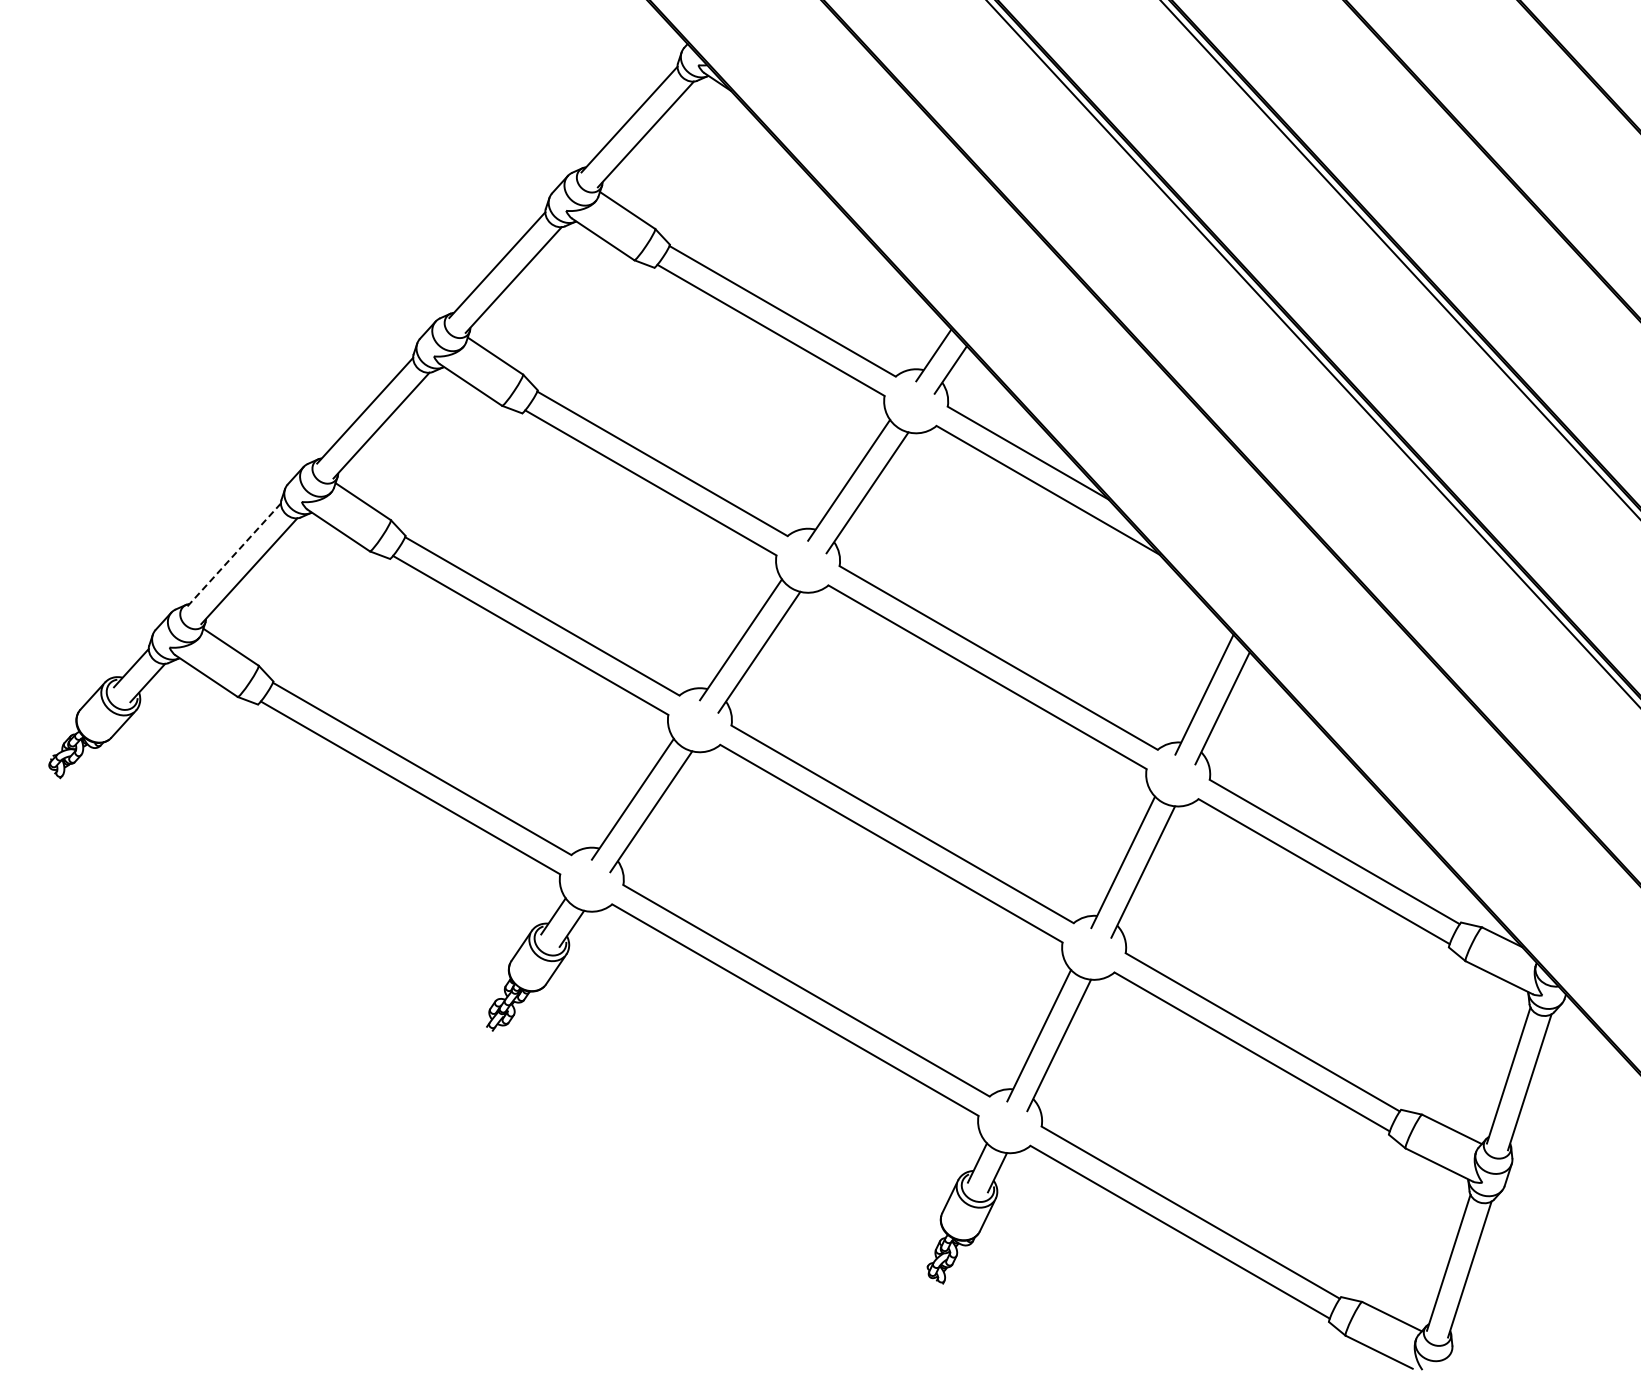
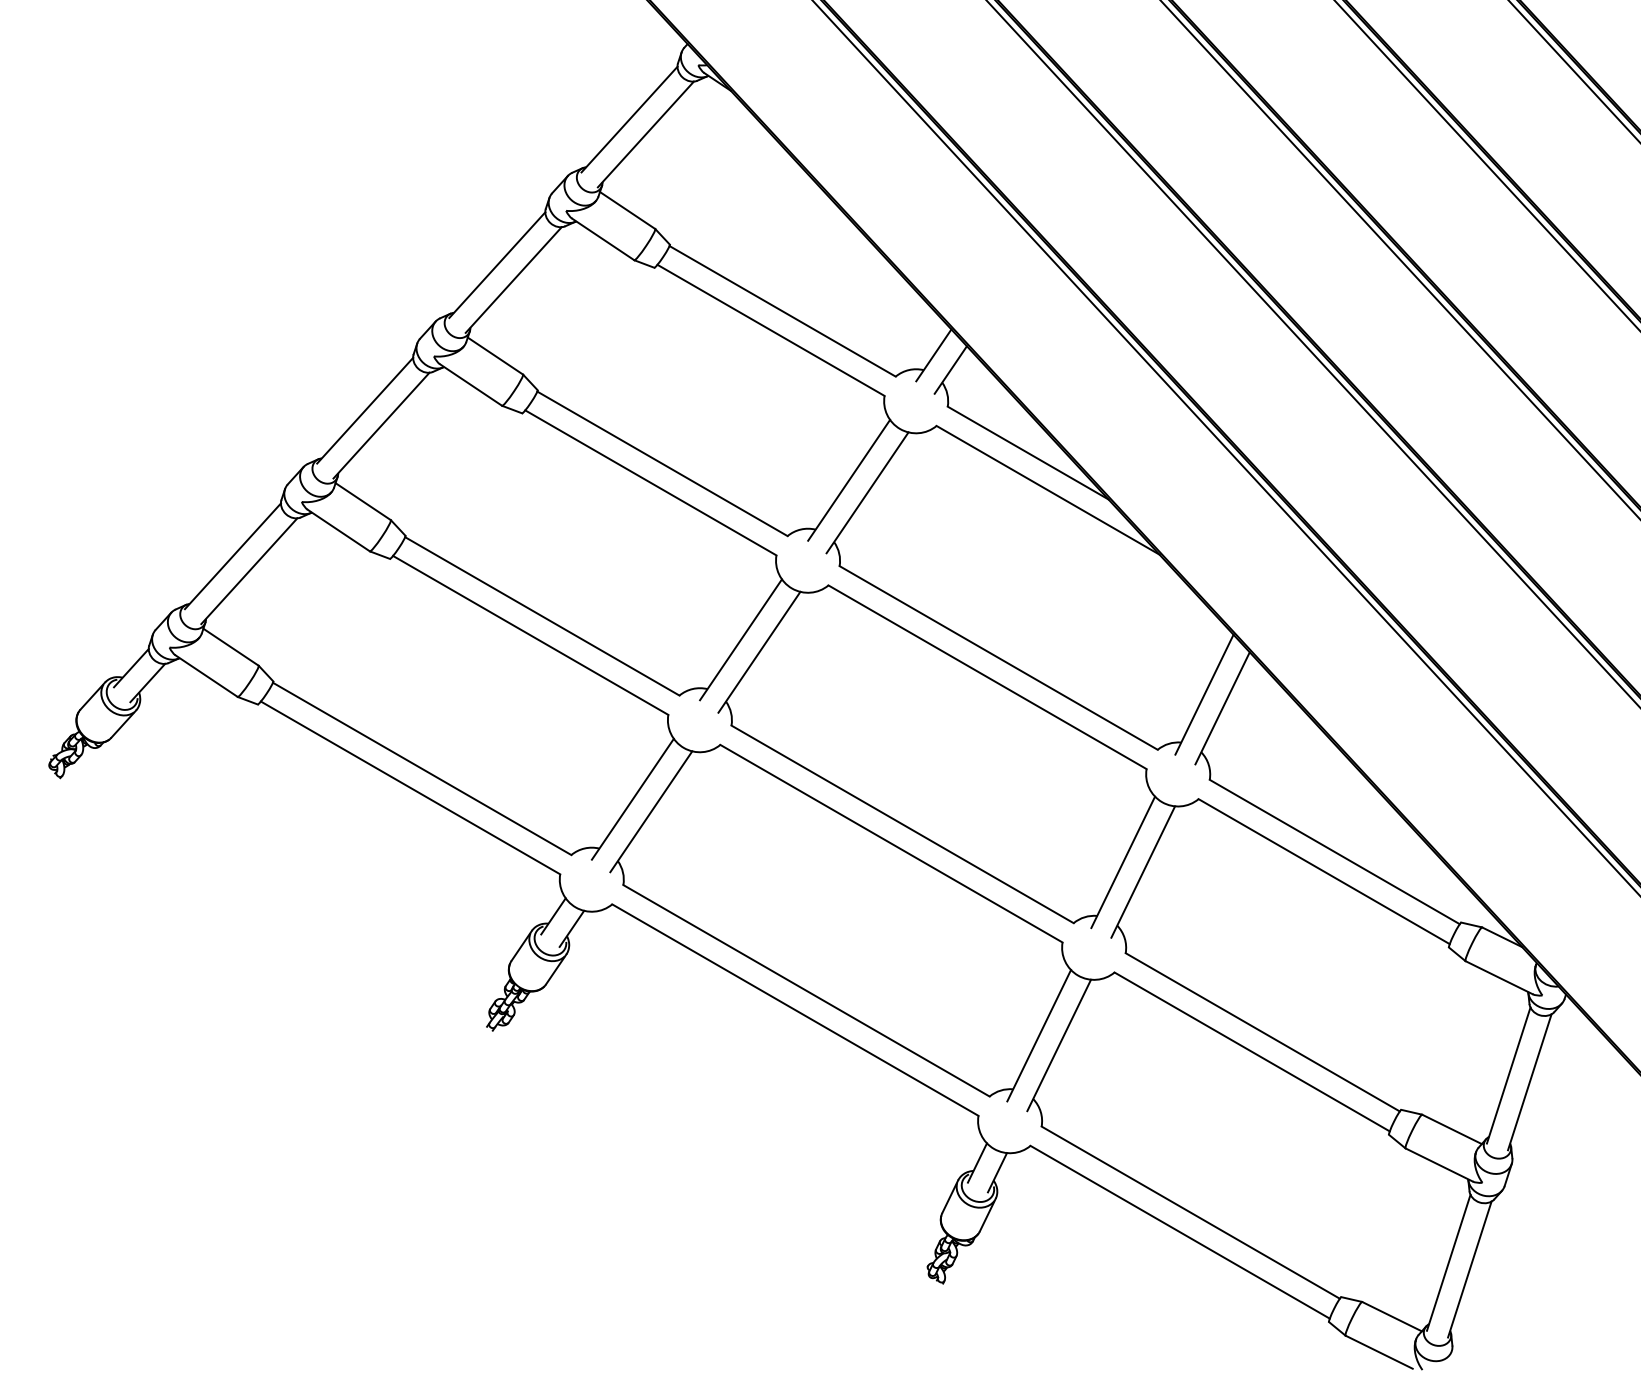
line at (1573, 71): none -> present
line at (1486, 165): none -> present
line at (1225, 447): none -> present
line at (232, 556): dashed -> solid
